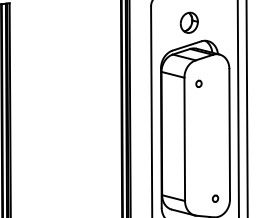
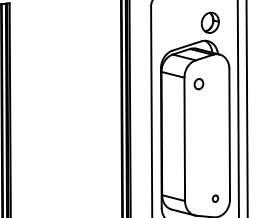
part at (188, 22) position: (188, 22) -> (209, 22)
part at (198, 83) size: 8x9 px -> 12x13 px
